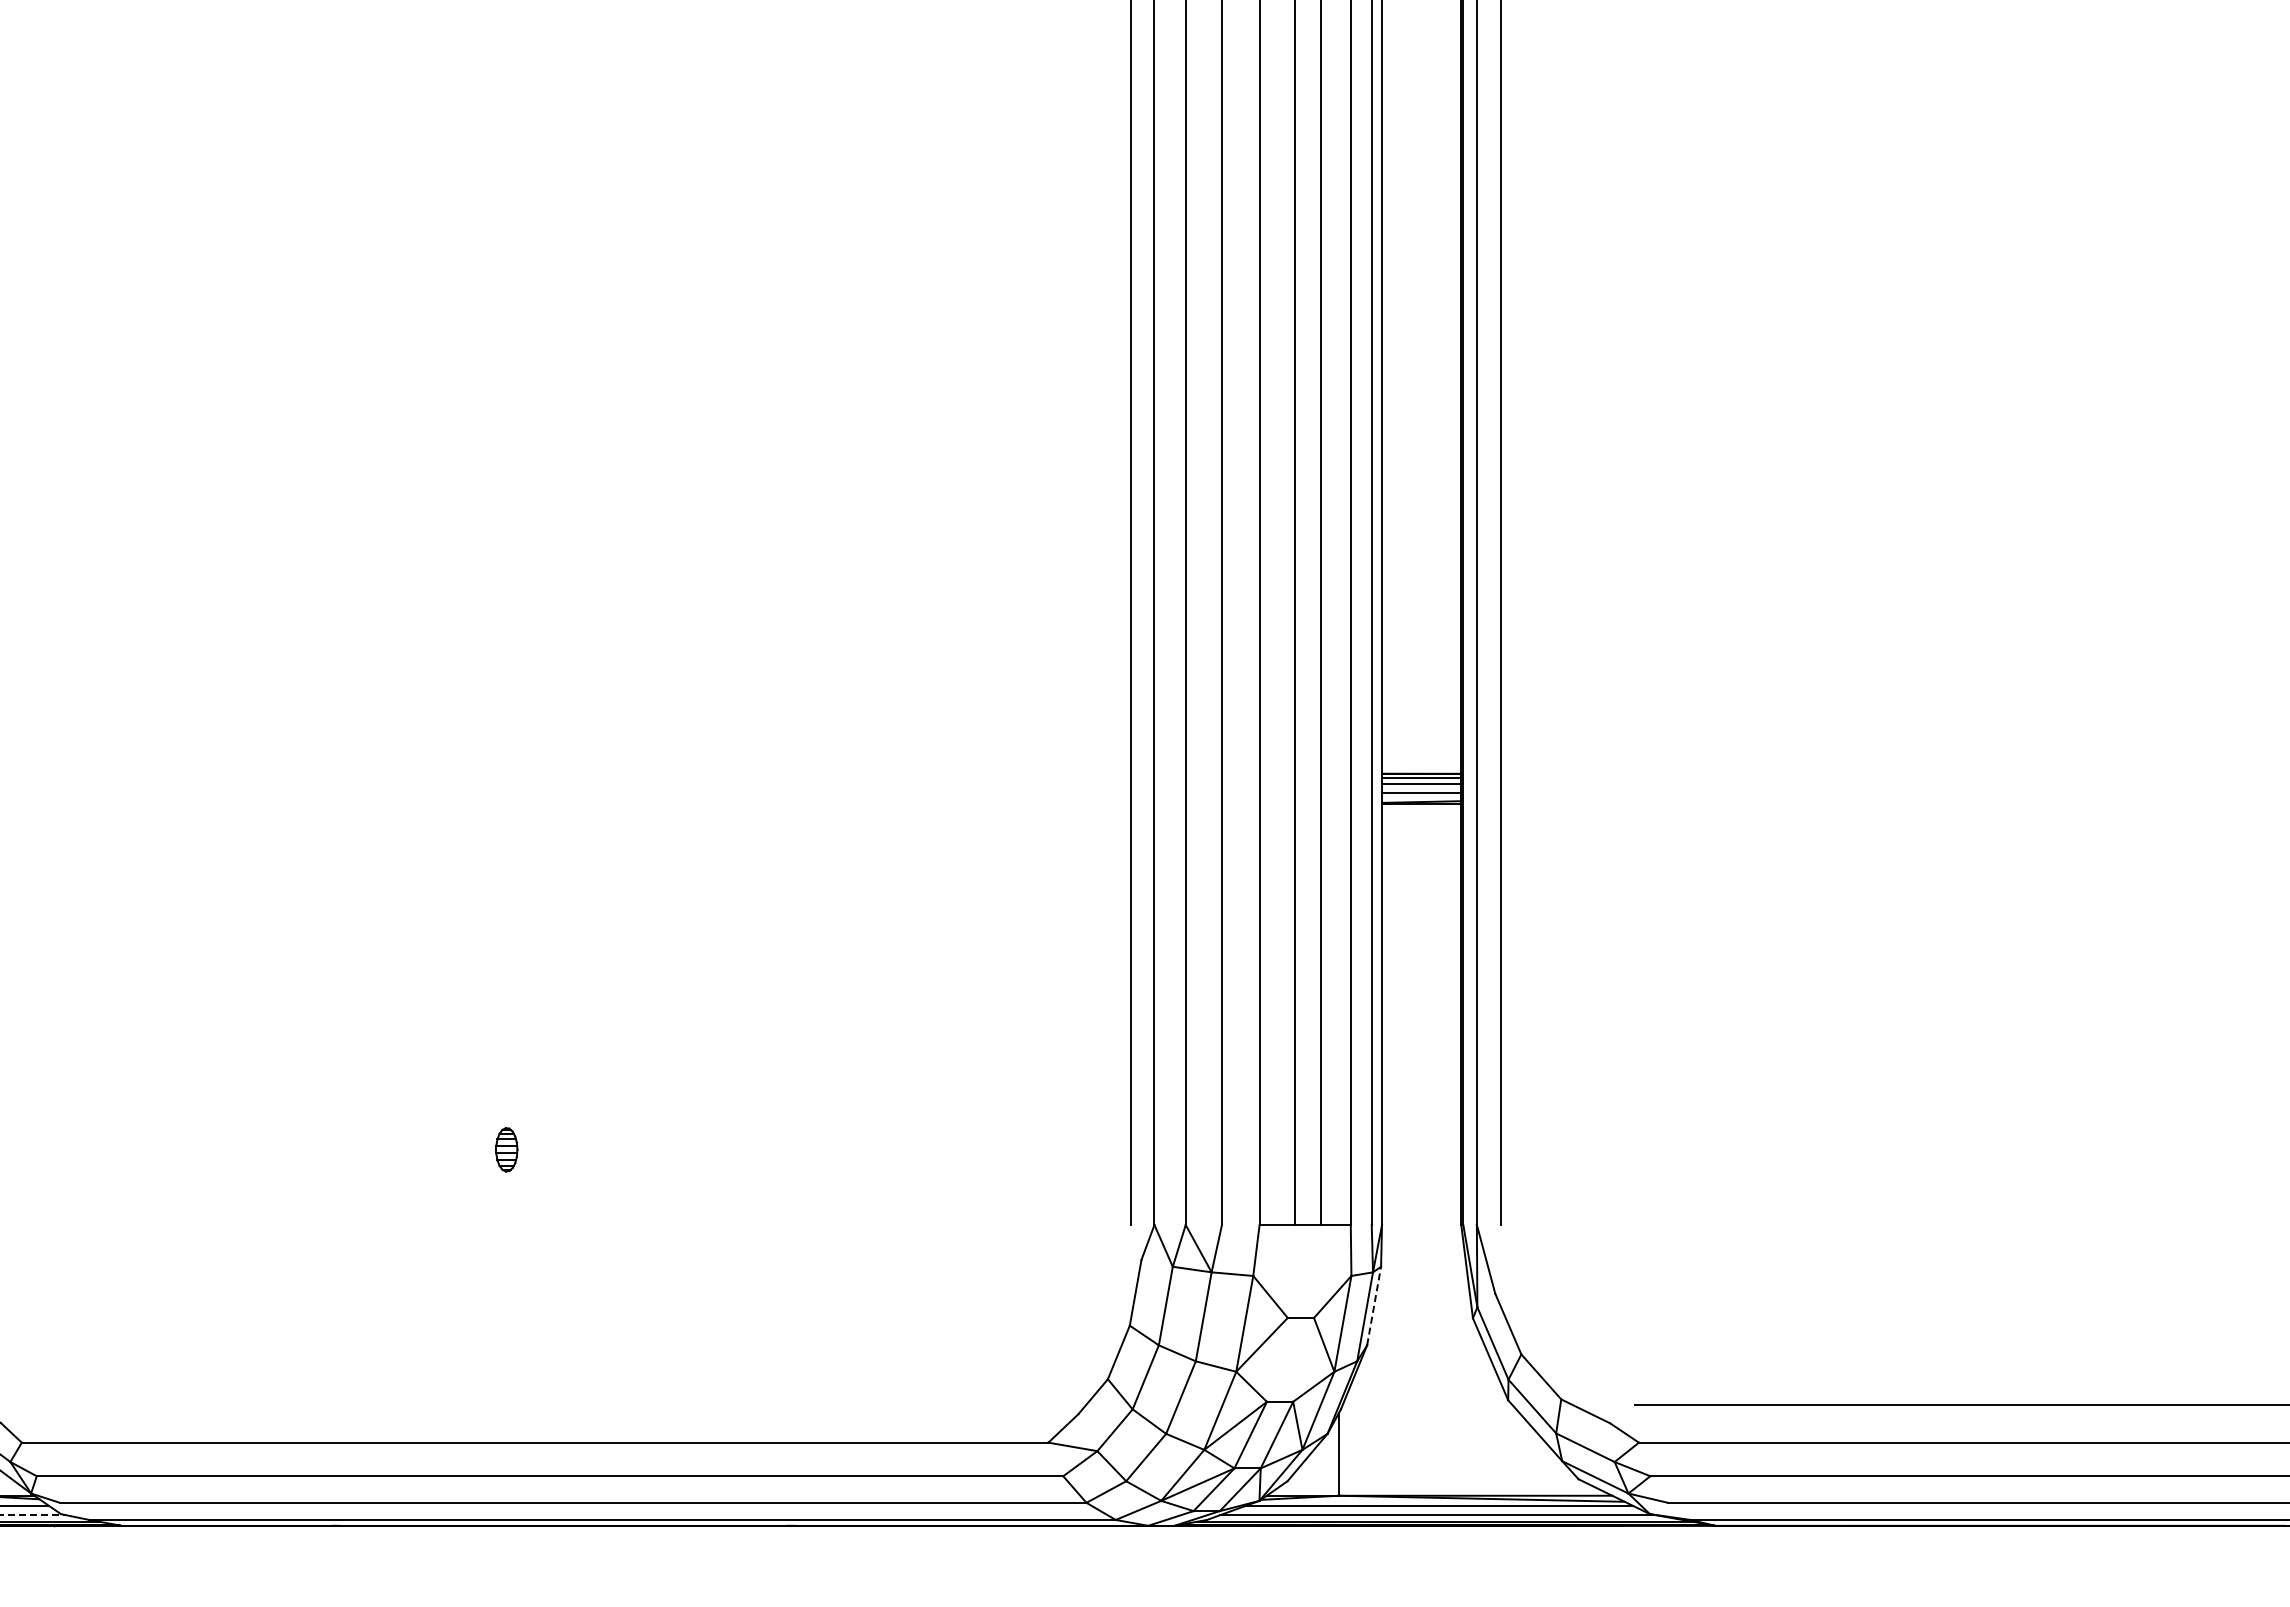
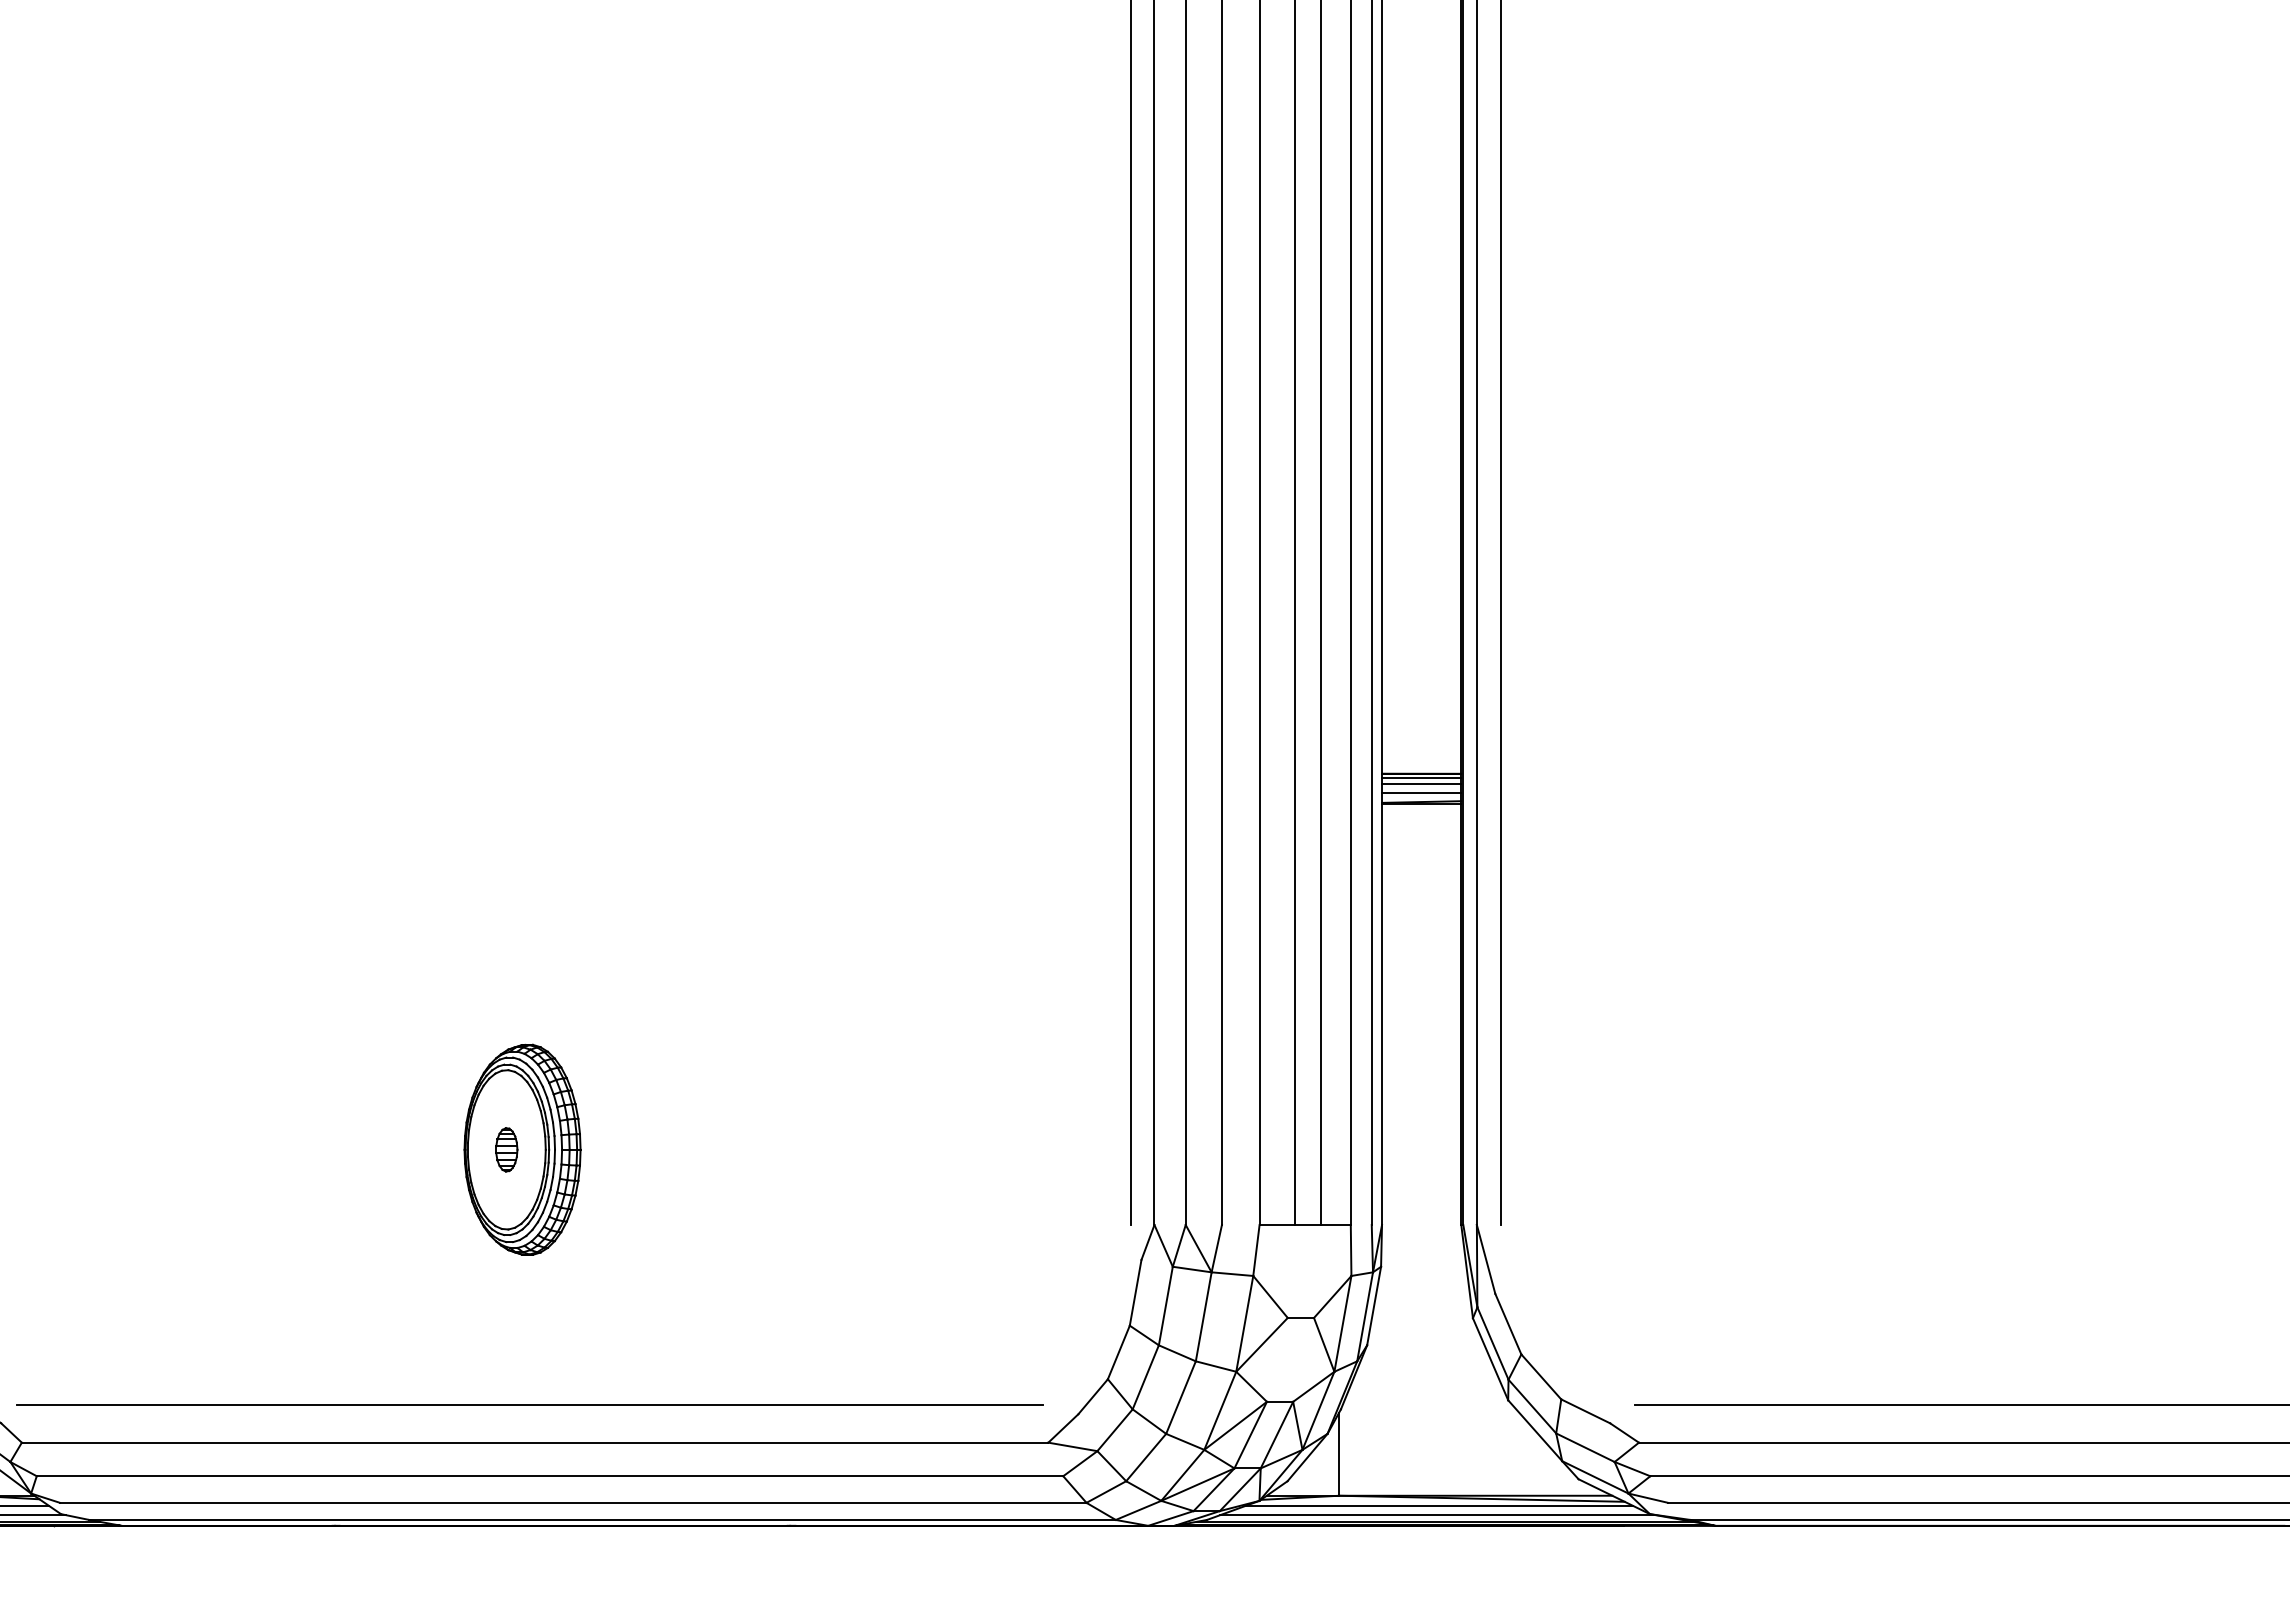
part at (522, 1149): none -> present
line at (1374, 1306): dashed -> solid
line at (529, 1404): none -> present
line at (33, 1515): dashed -> solid
